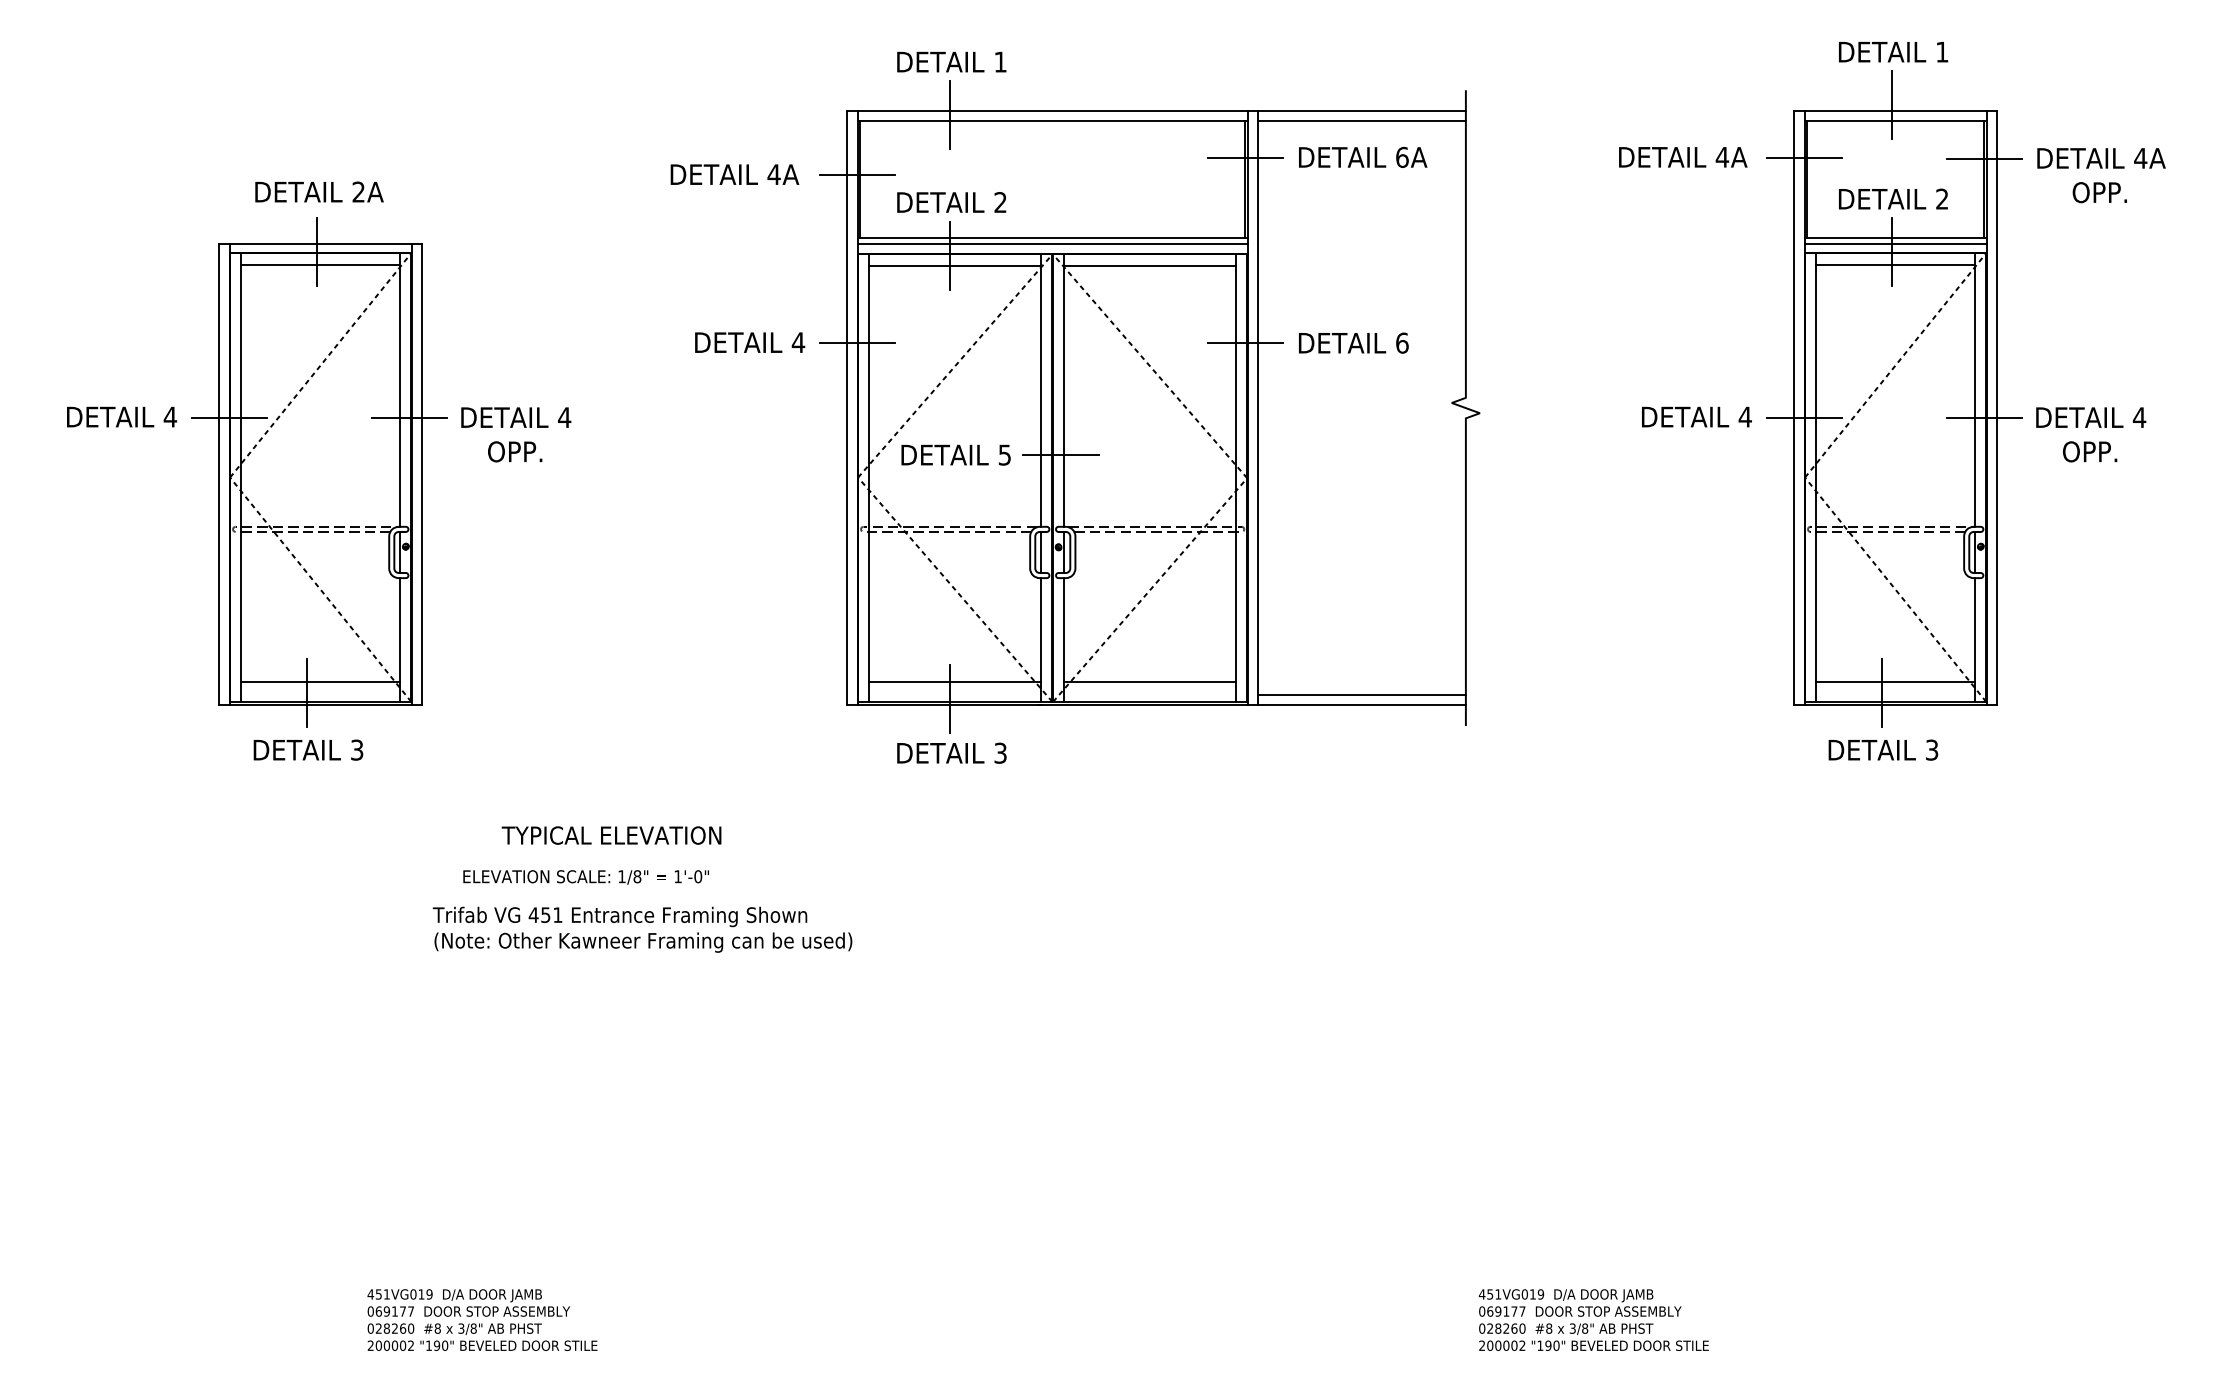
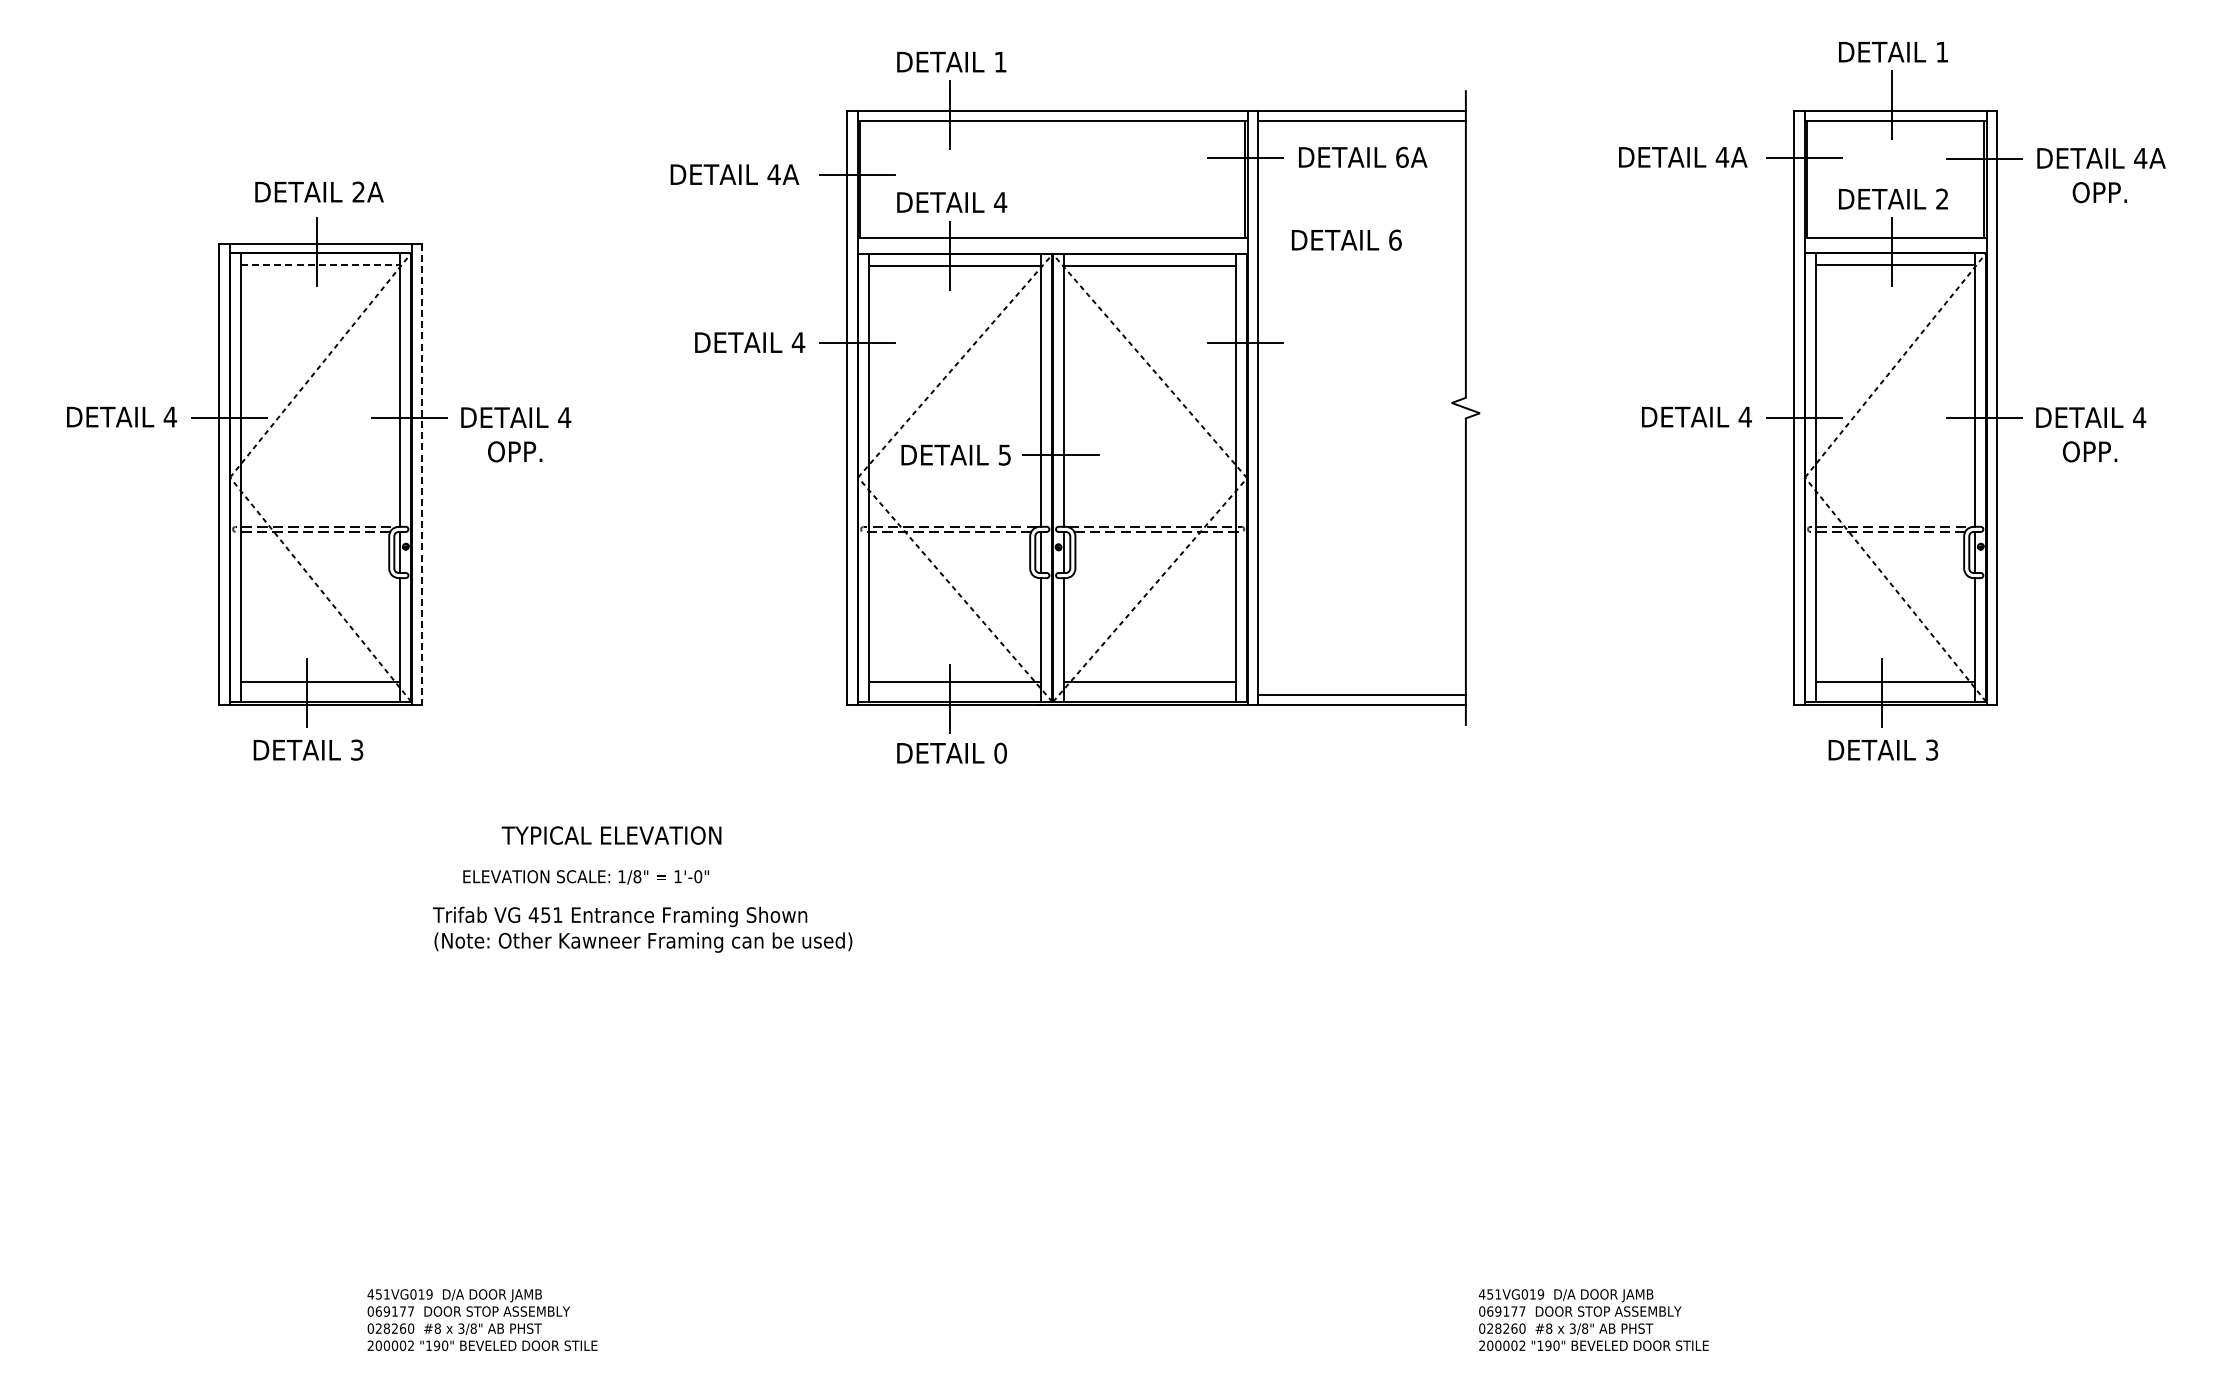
text at (1000, 202): 2 -> 4
line at (1052, 243): present -> none
line at (1895, 243): present -> none
line at (320, 264): solid -> dashed
text at (1353, 342) position: (1353, 342) -> (1346, 239)
line at (422, 474): solid -> dashed
text at (1000, 752): 3 -> 0
